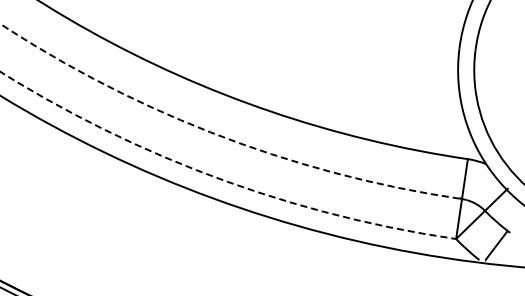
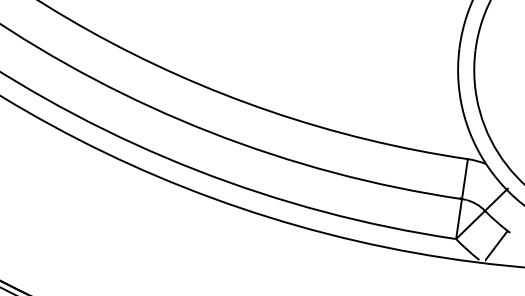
arc at (219, 135): dashed -> solid
arc at (218, 178): dashed -> solid
